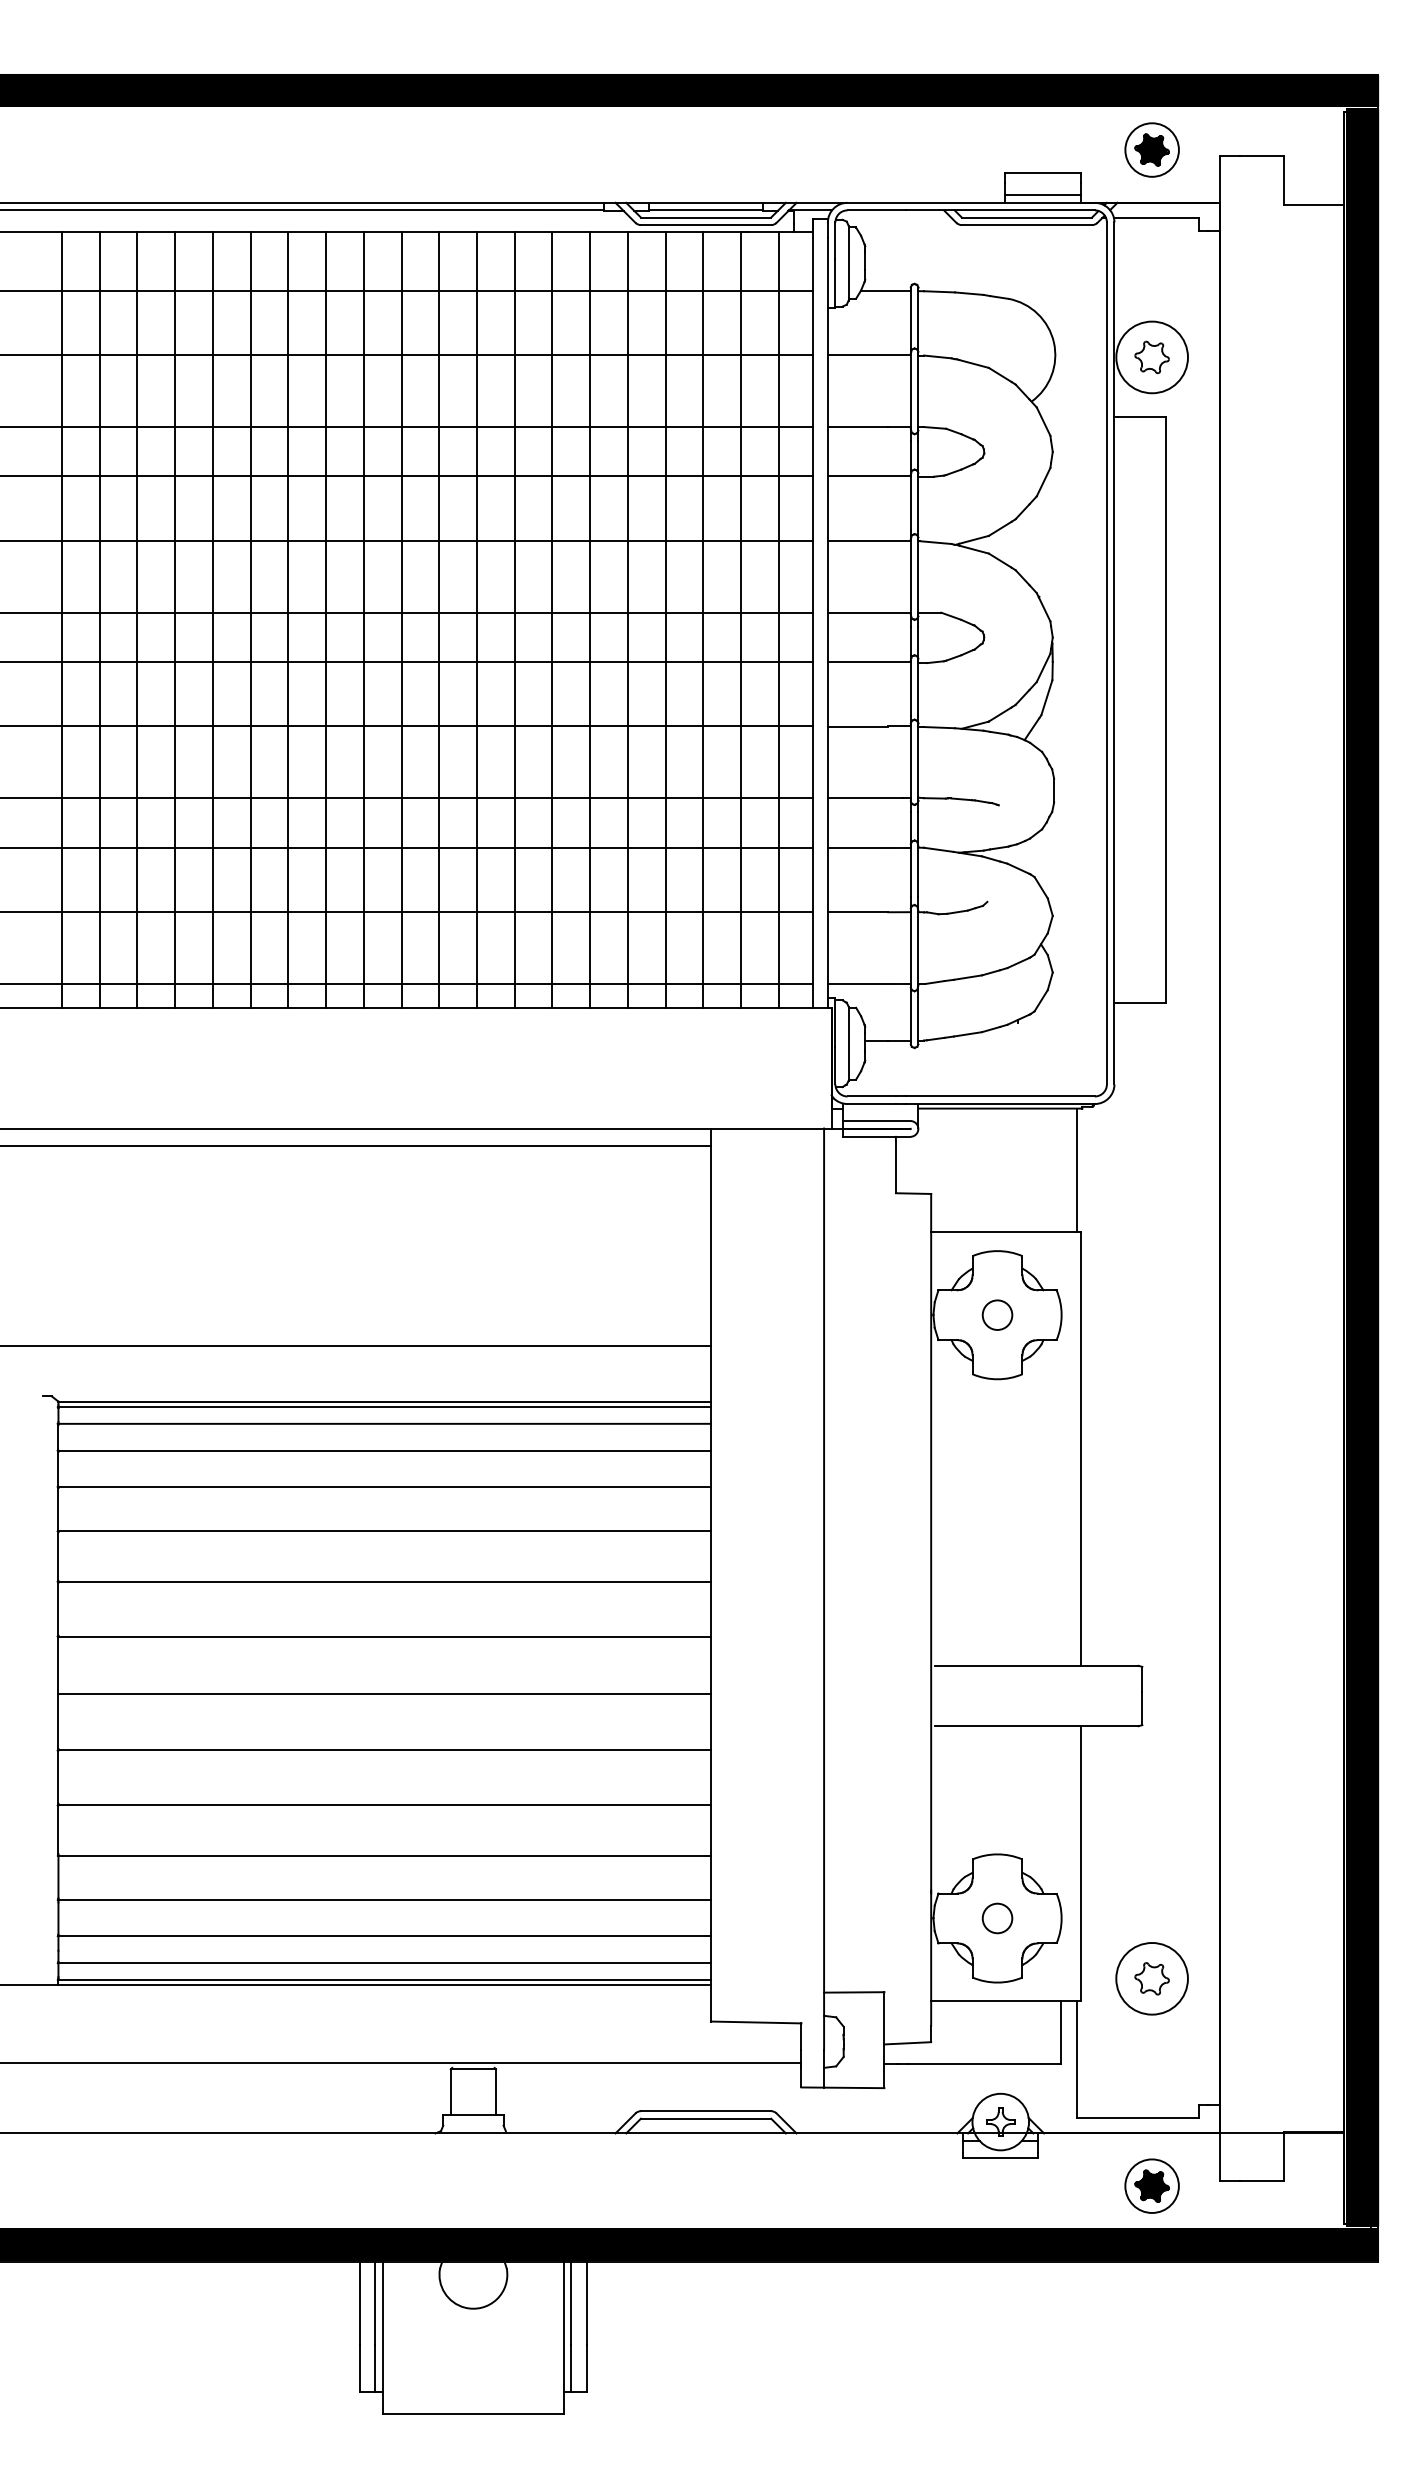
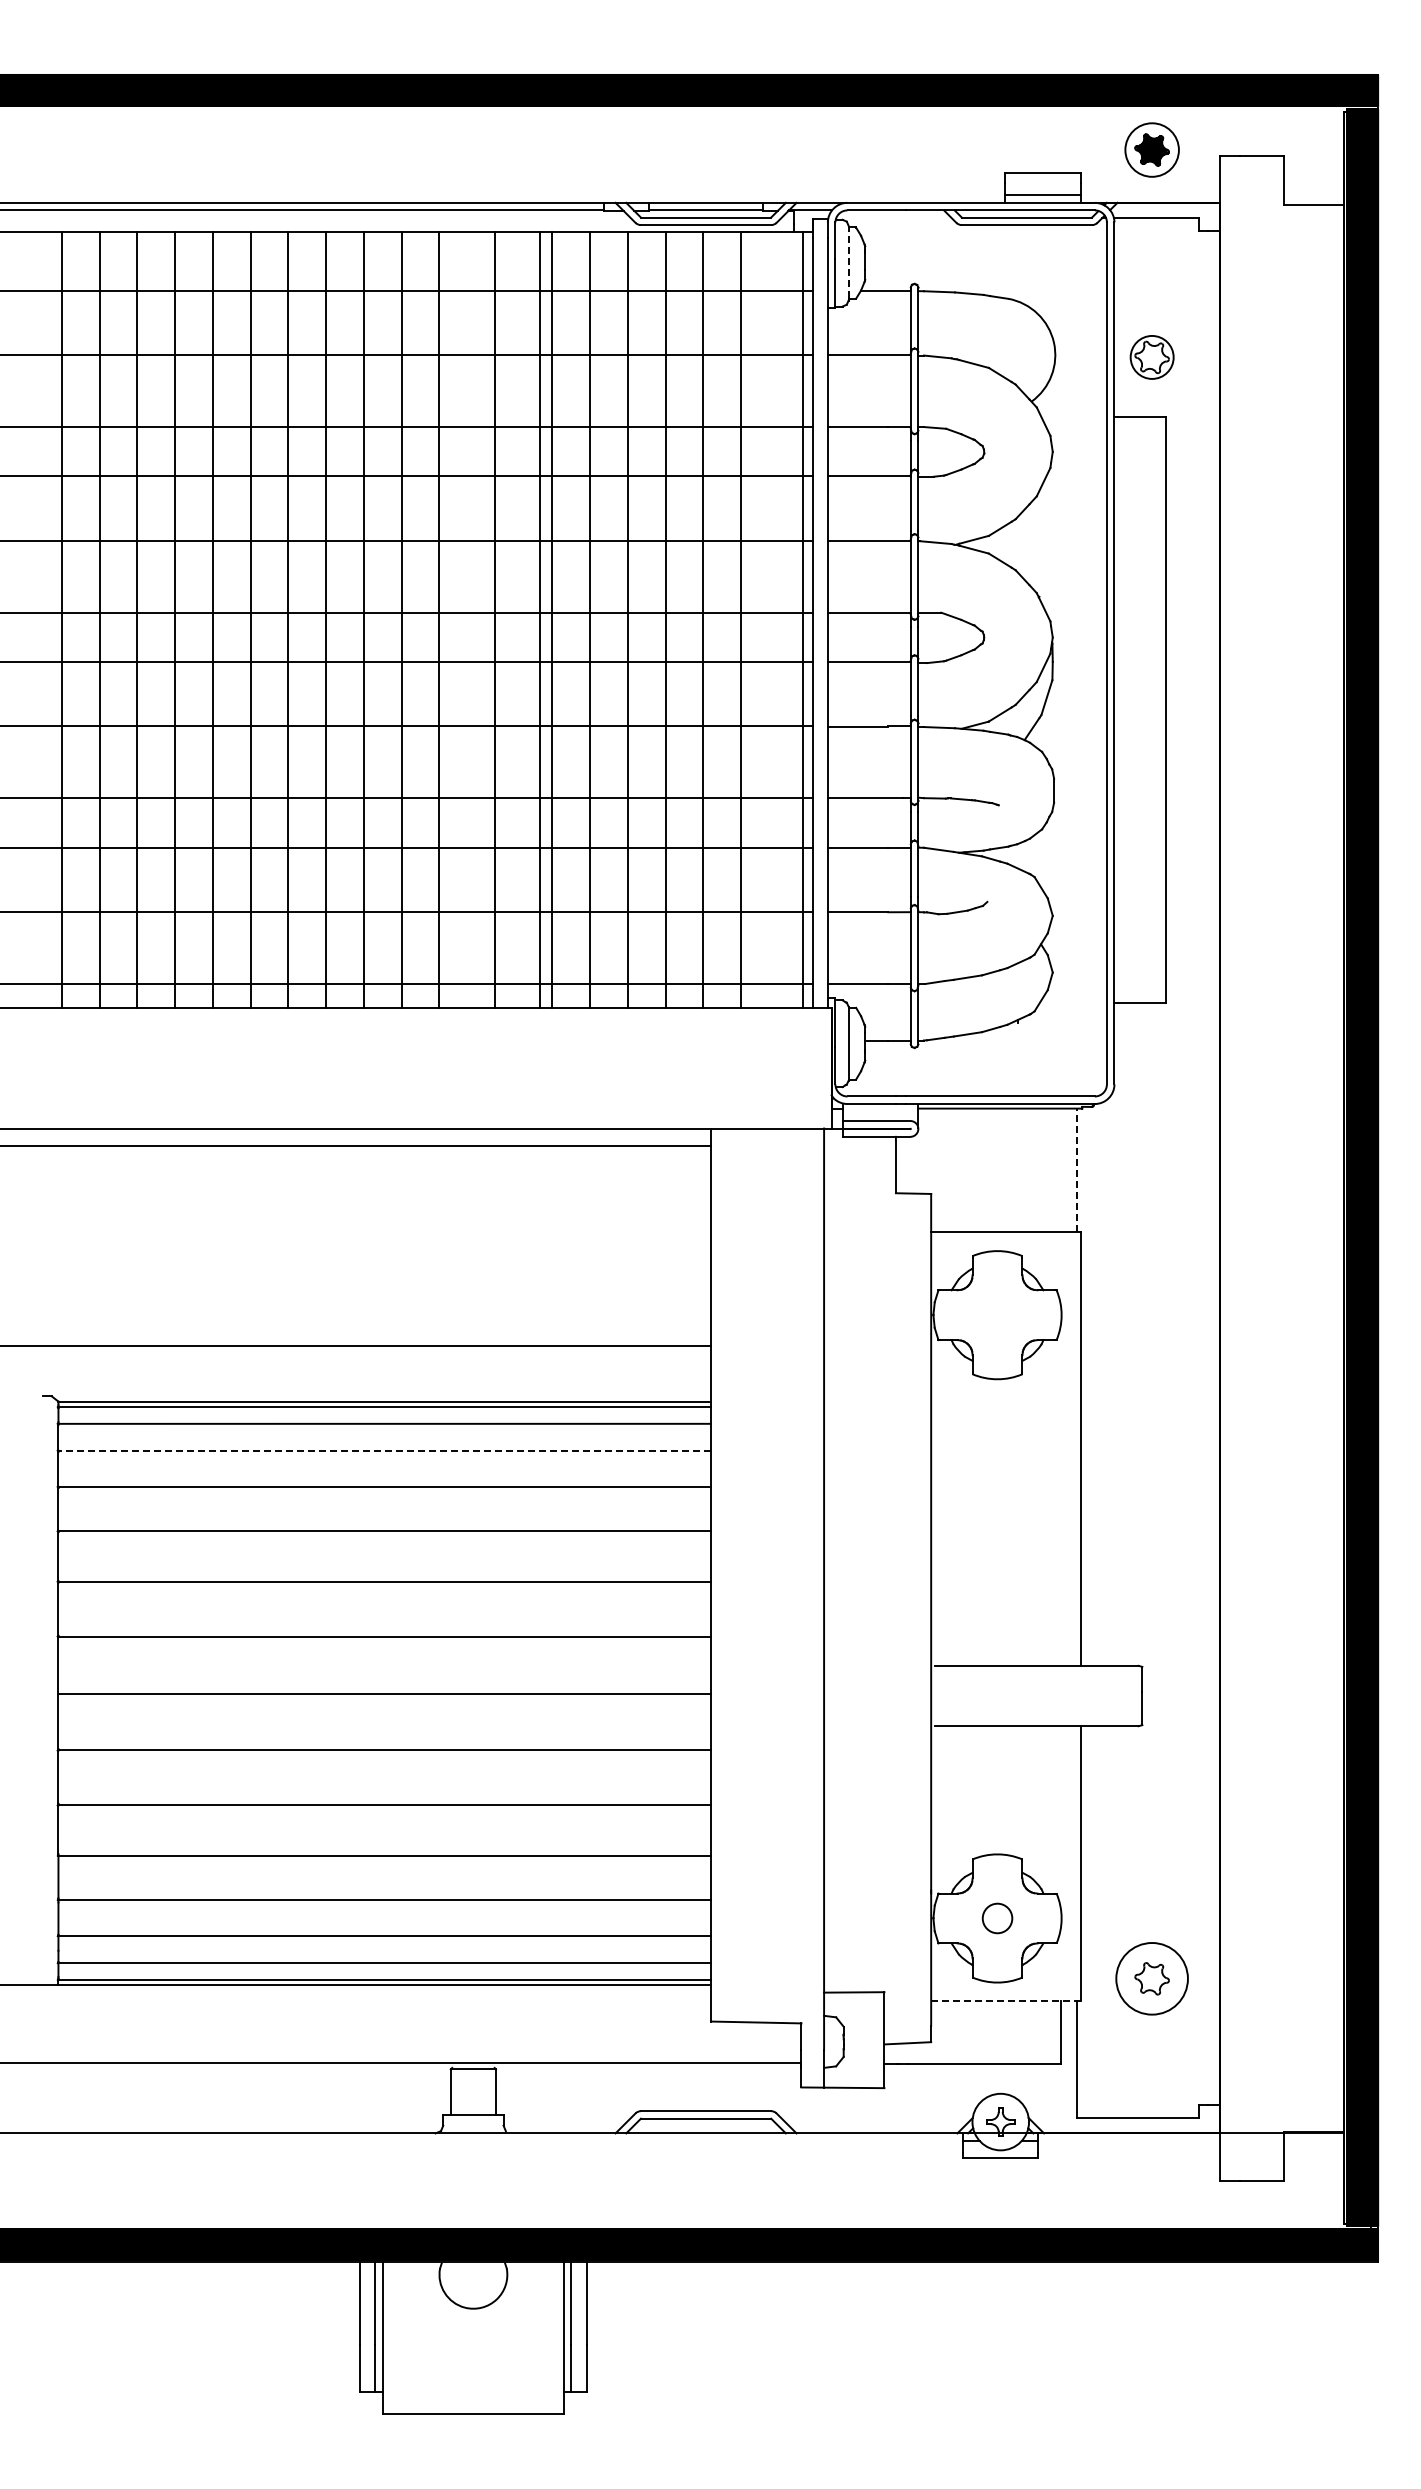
line at (848, 261): solid -> dashed
circle at (1151, 357) diameter: 72 px -> 43 px
line at (477, 619) position: (477, 619) -> (495, 619)
line at (514, 619) position: (514, 619) -> (539, 619)
line at (778, 619) position: (778, 619) -> (802, 619)
line at (1076, 1170): solid -> dashed
circle at (997, 1314): present -> none
line at (384, 1450): solid -> dashed
line at (1005, 2001): solid -> dashed
part at (1151, 2185): present -> none
